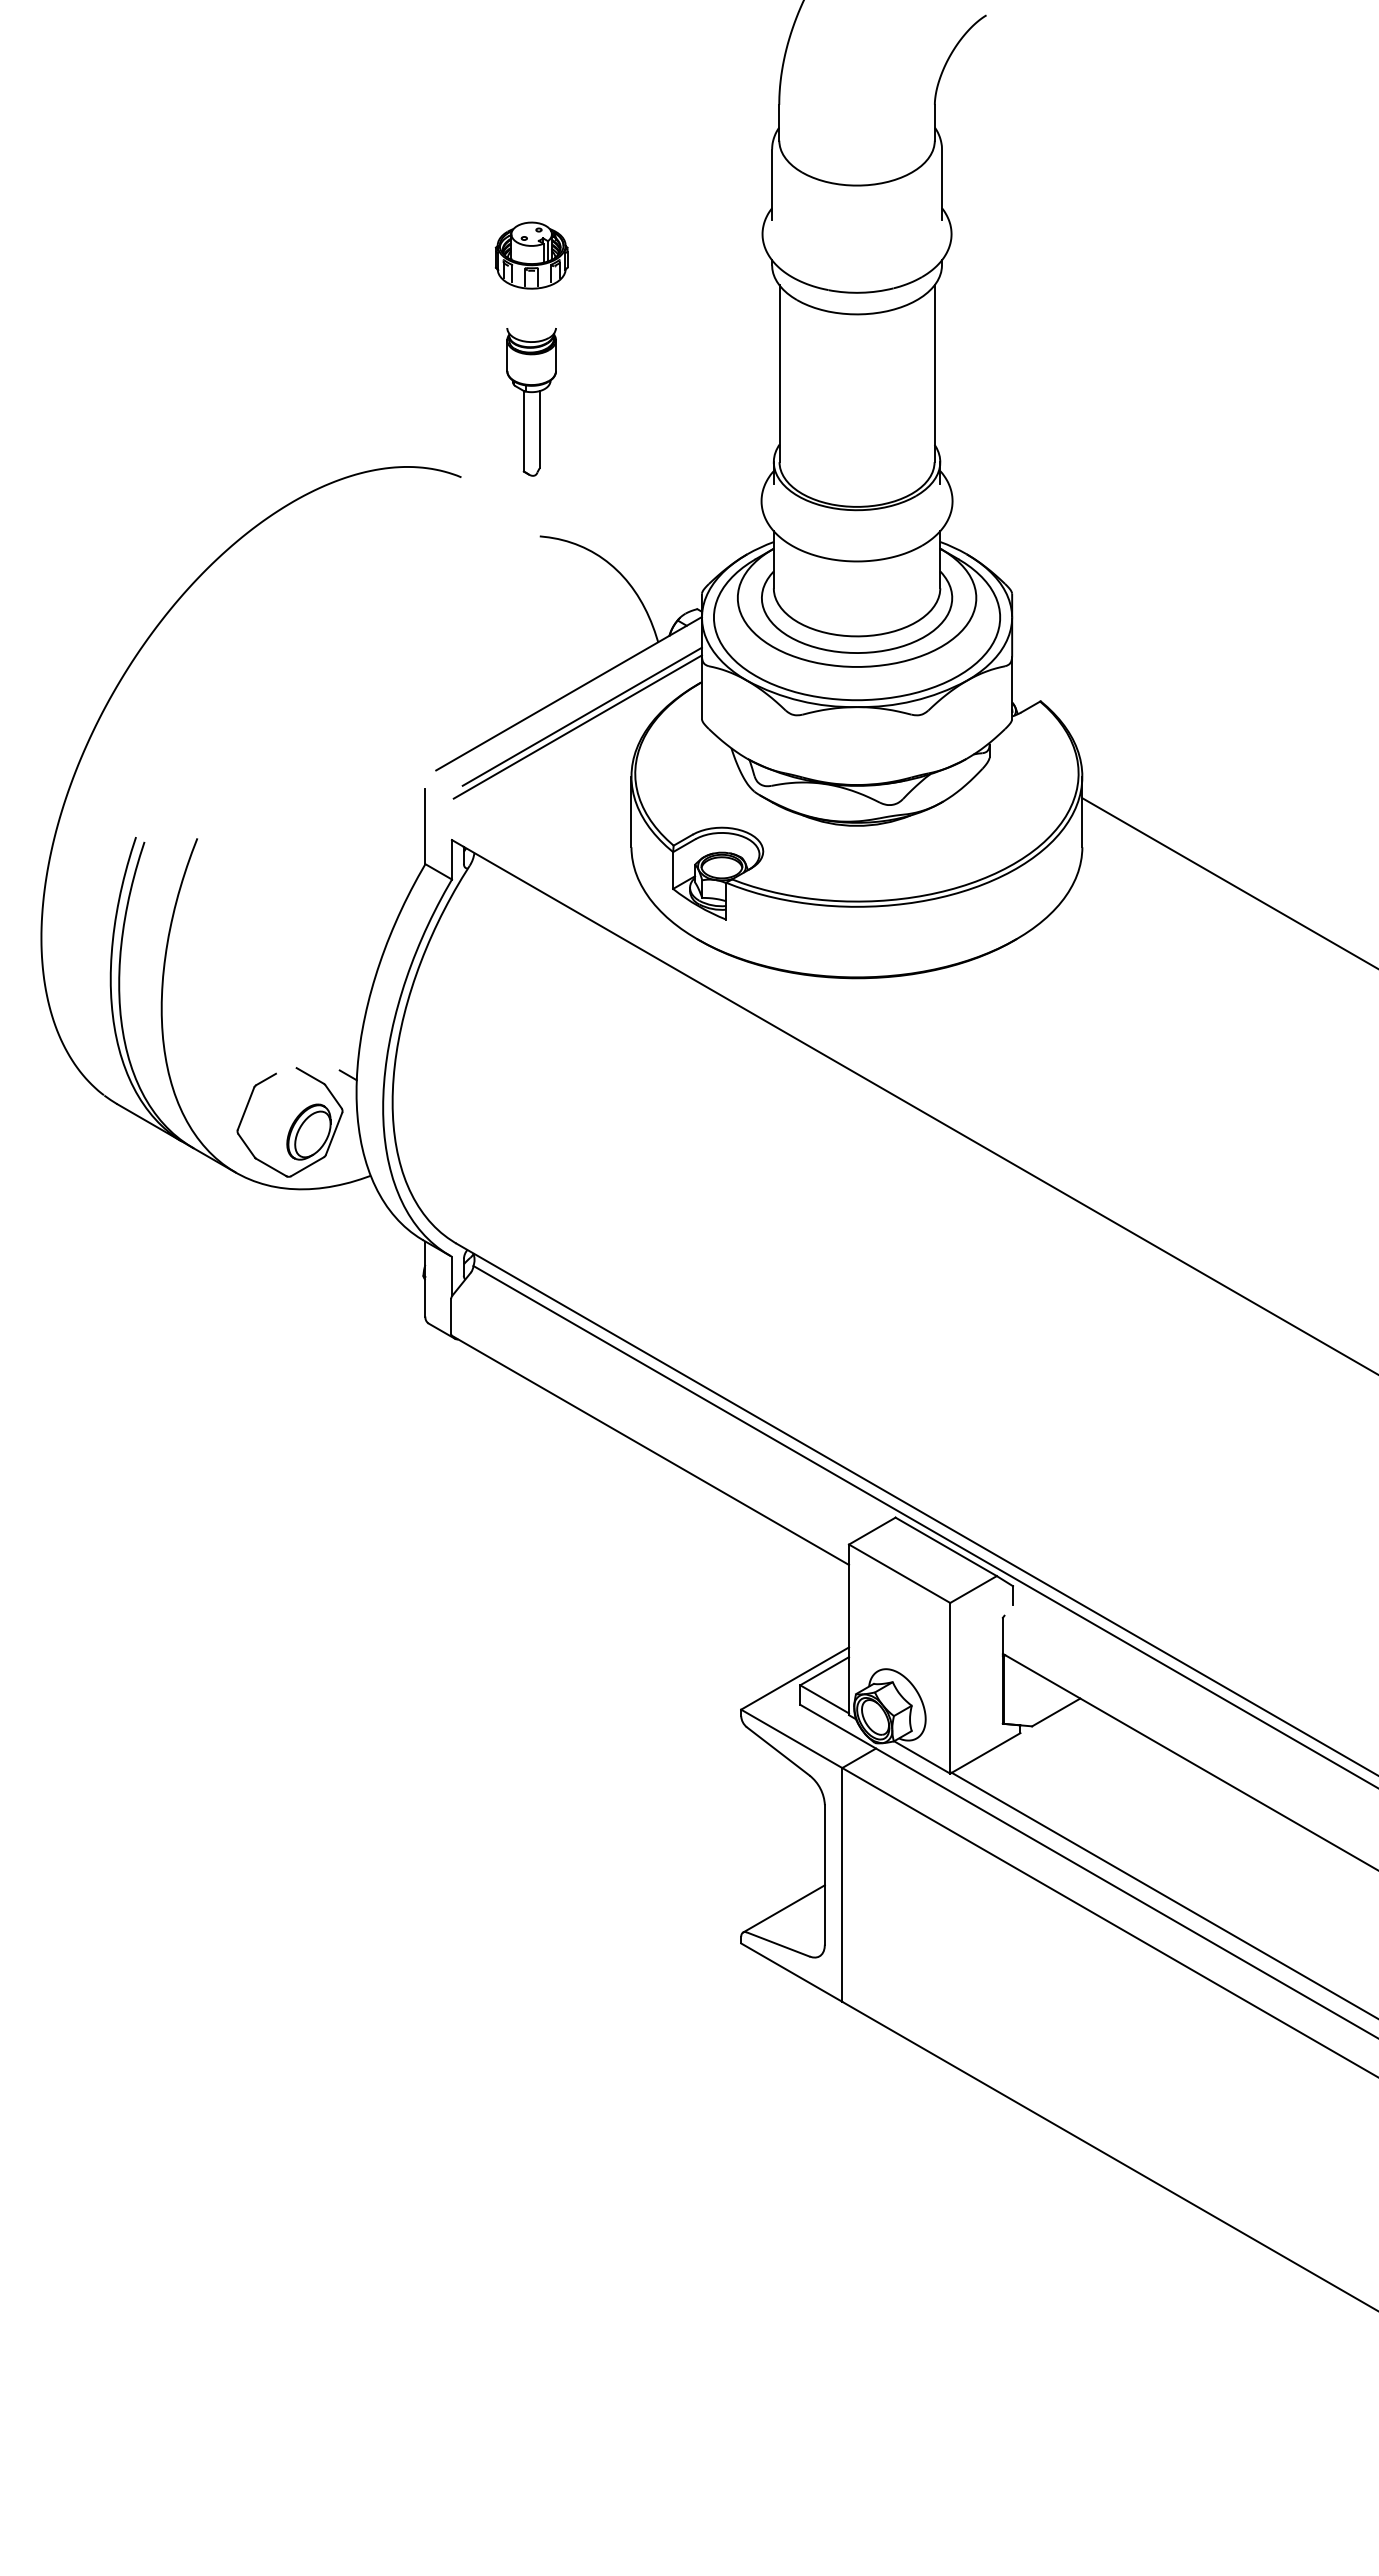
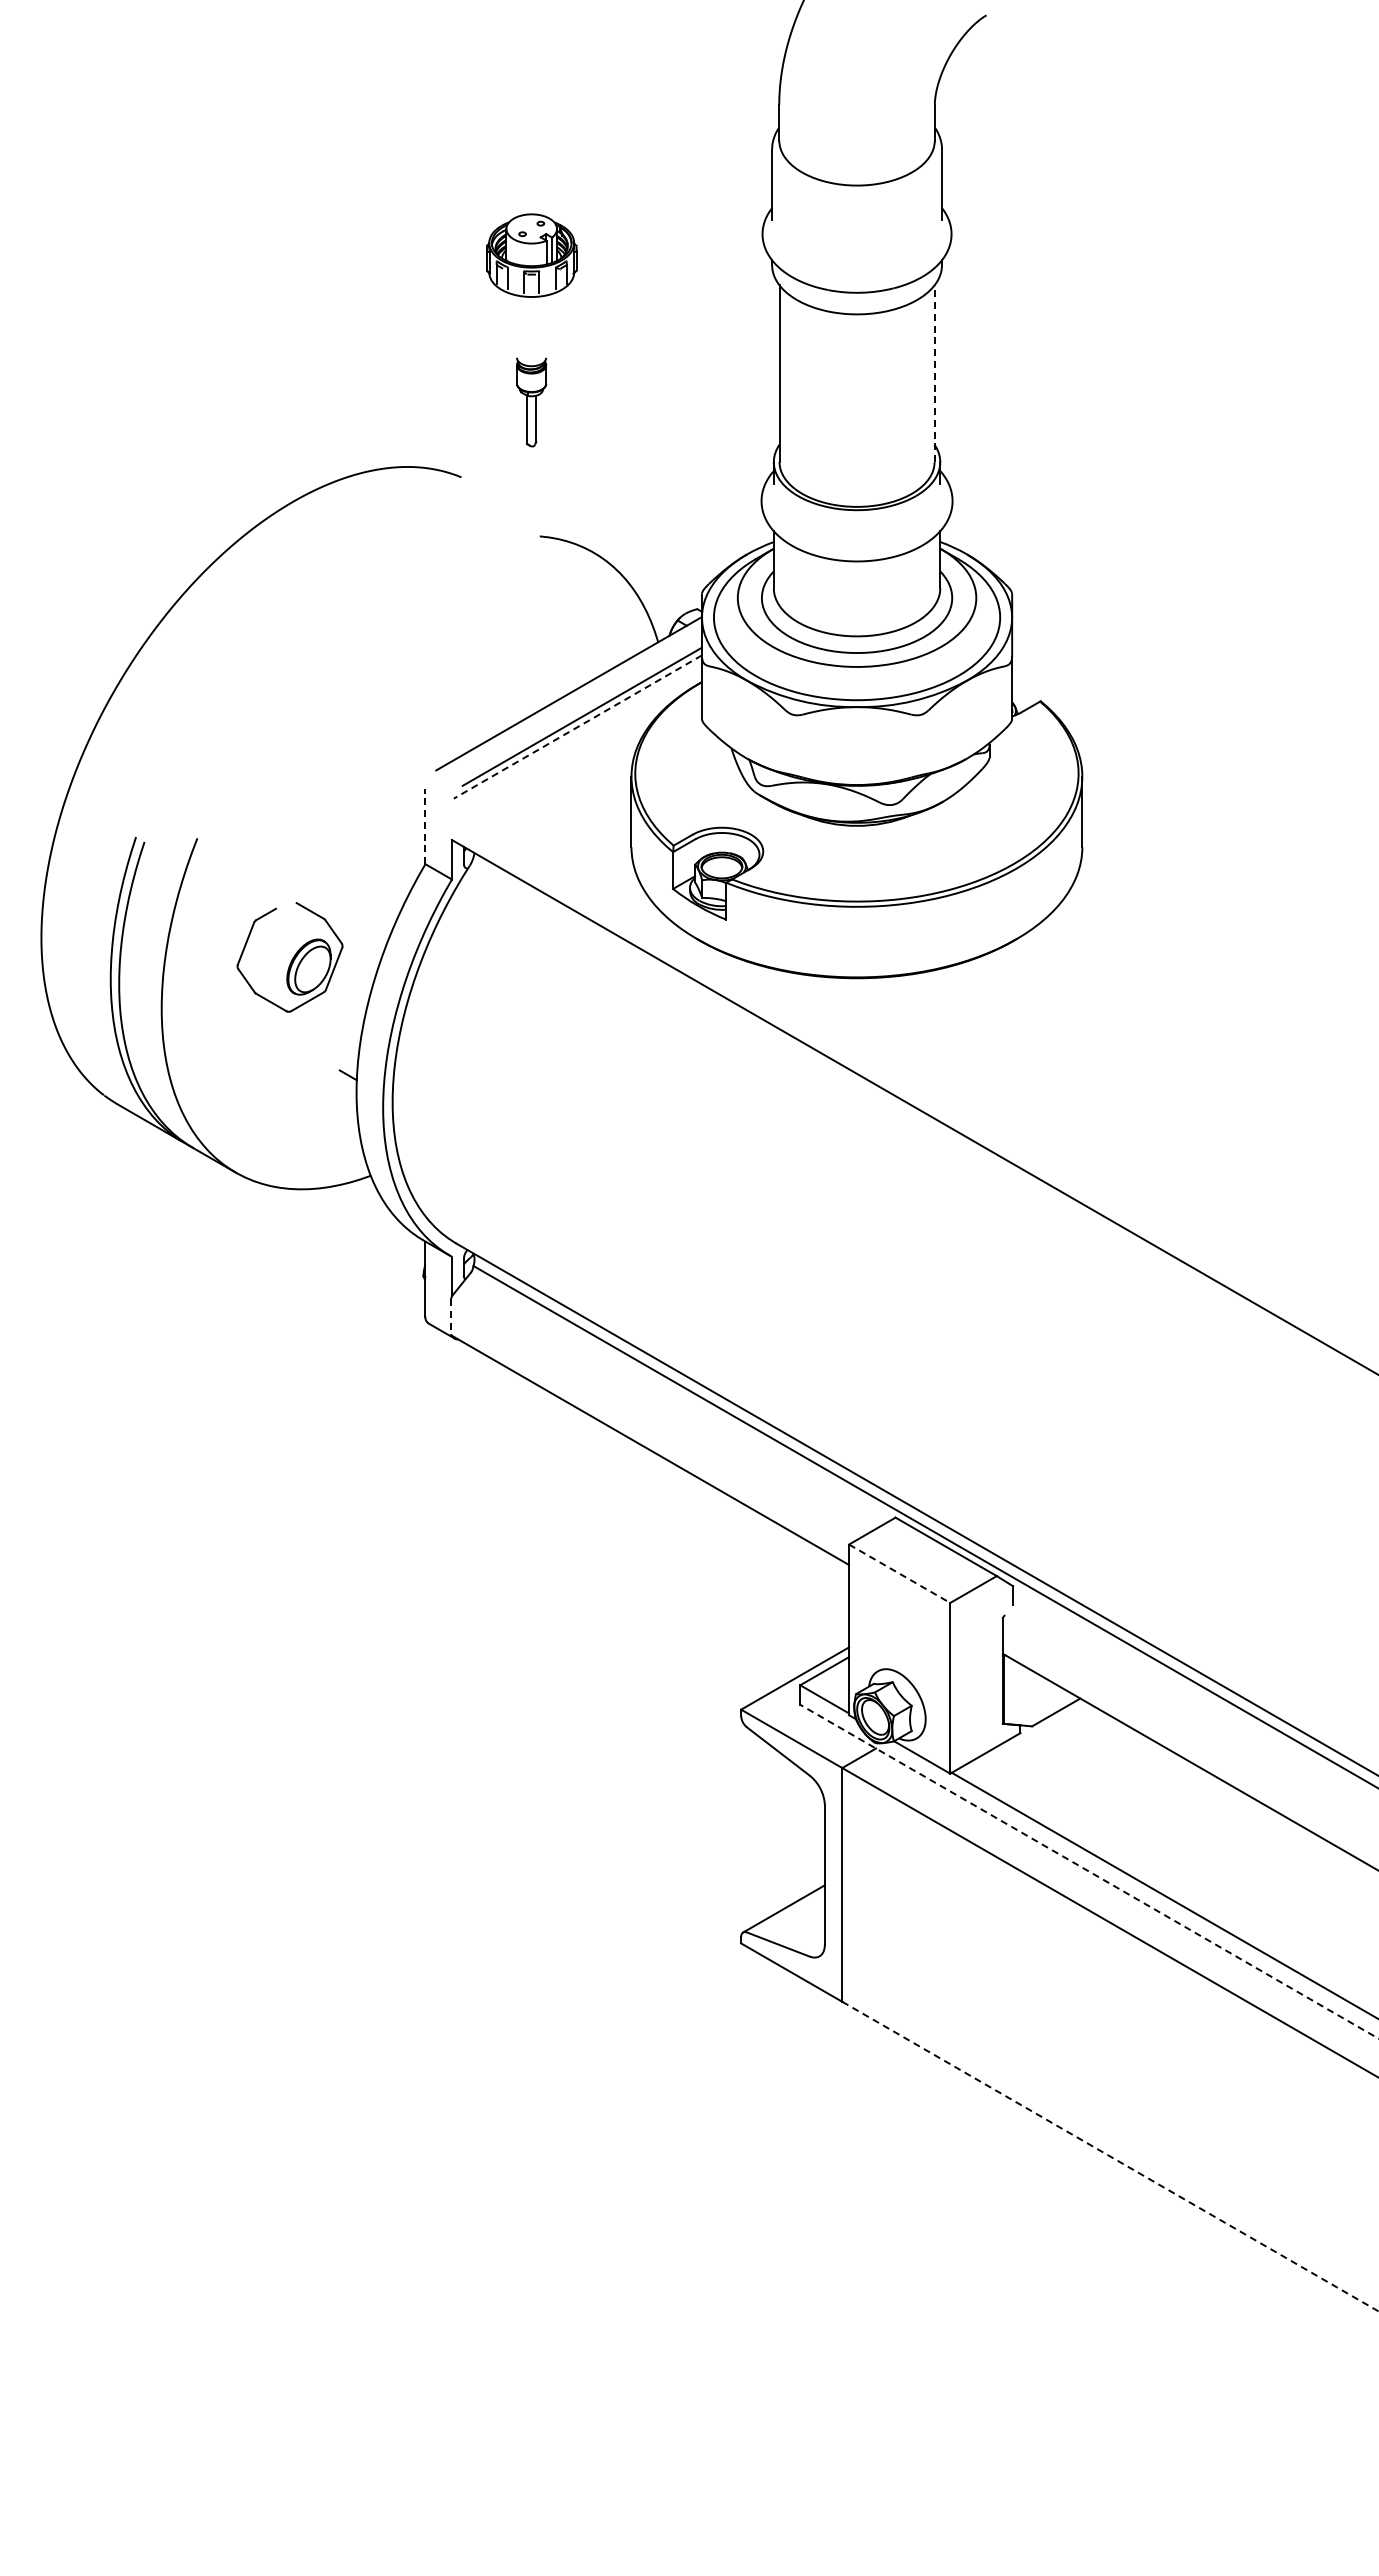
part at (531, 255) size: 75x69 px -> 92x85 px
line at (934, 373): solid -> dashed
part at (531, 402) size: 51x149 px -> 32x91 px
line at (577, 727): solid -> dashed
line at (425, 826): solid -> dashed
line at (1228, 882): present -> none
part at (289, 1122) position: (289, 1122) -> (289, 957)
line at (451, 1316): solid -> dashed
line at (900, 1574): solid -> dashed
line at (1089, 1871): solid -> dashed
line at (1110, 2156): solid -> dashed
